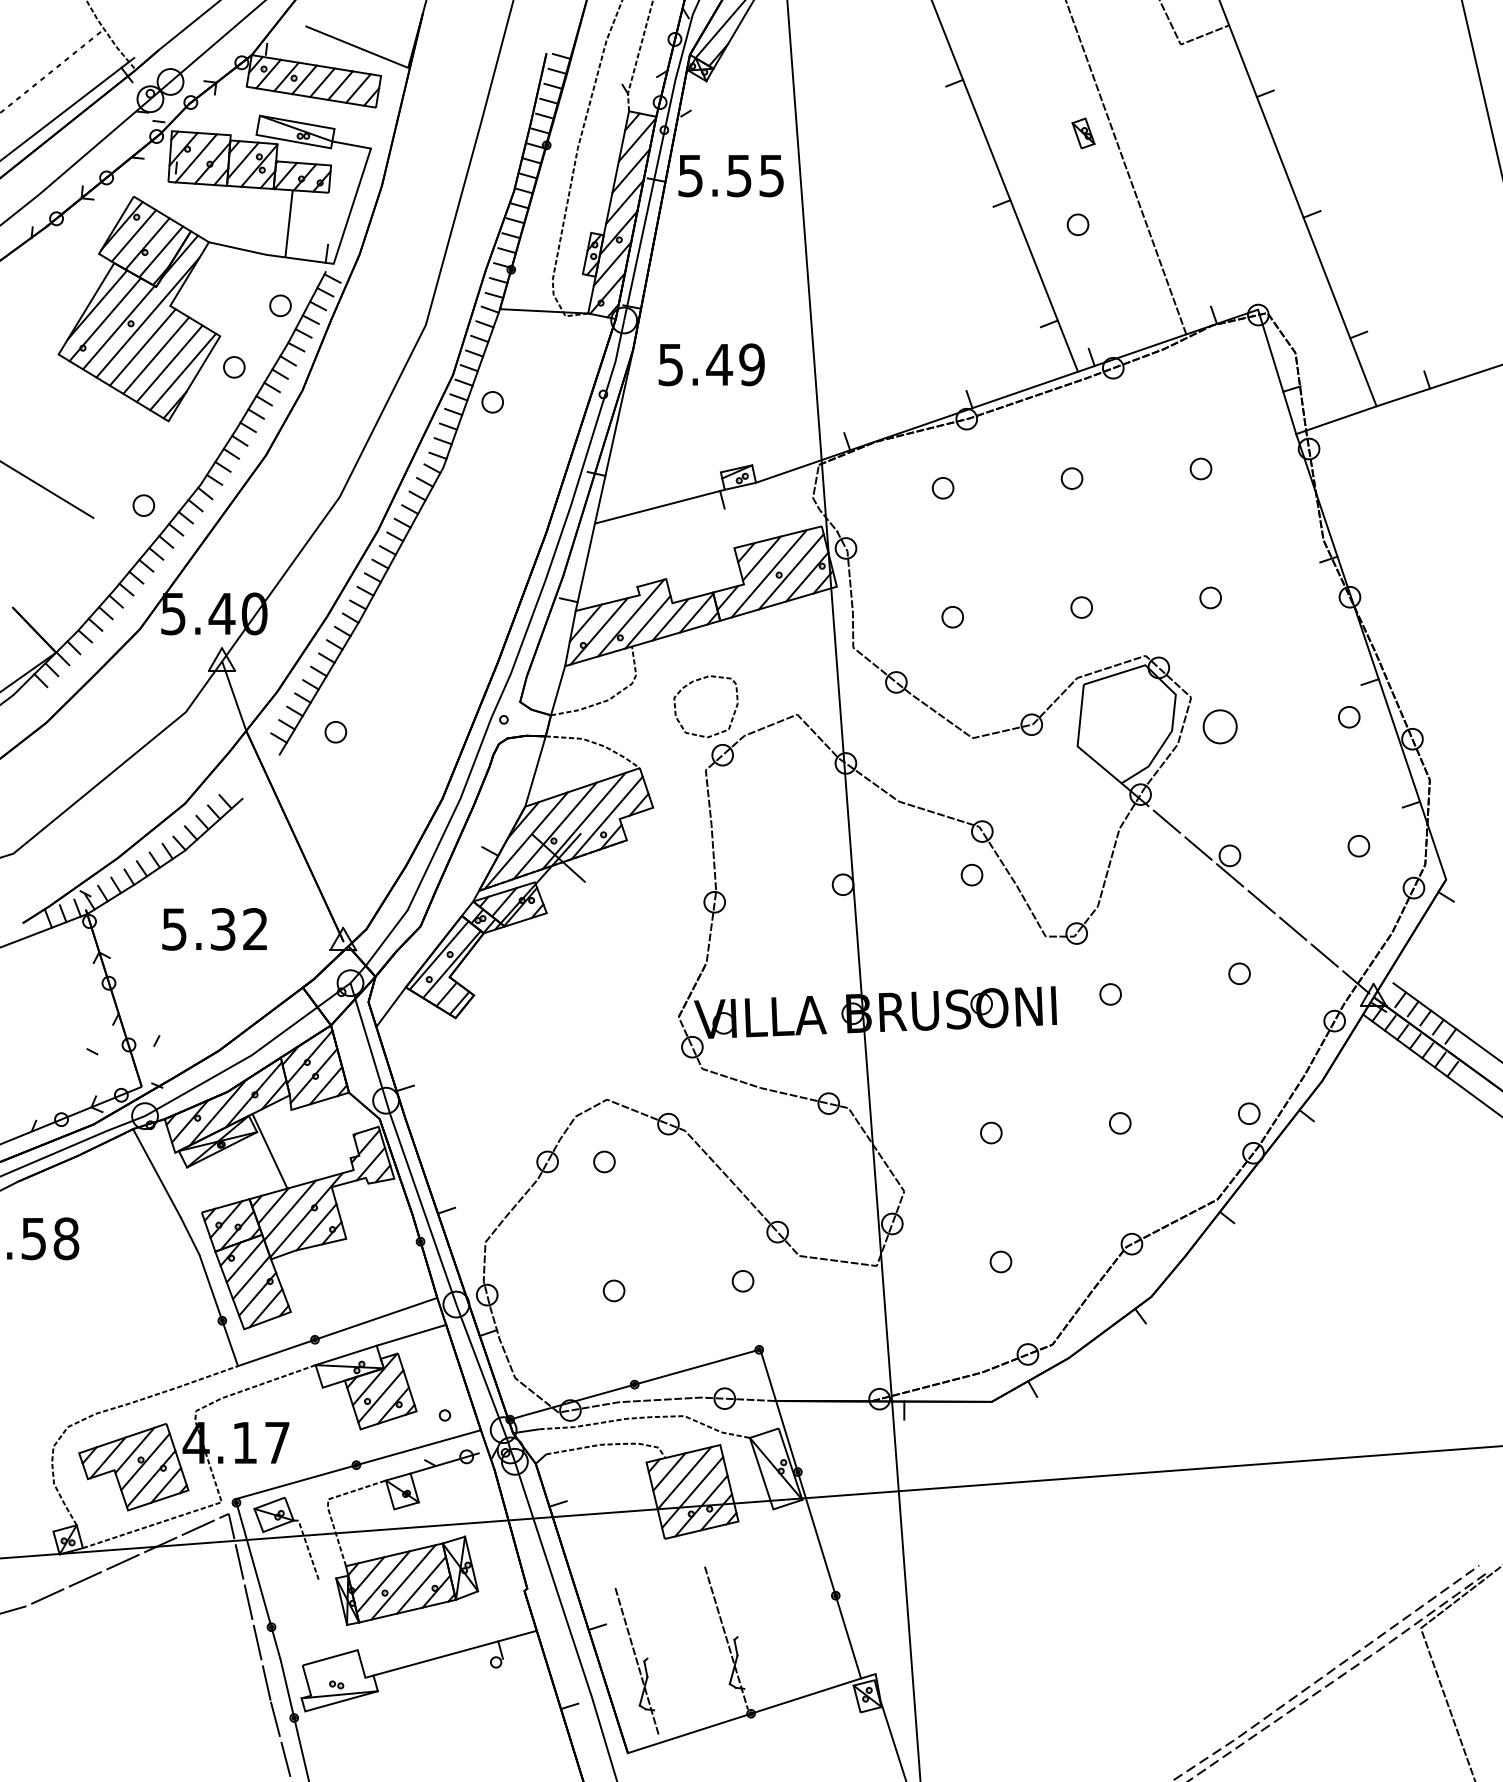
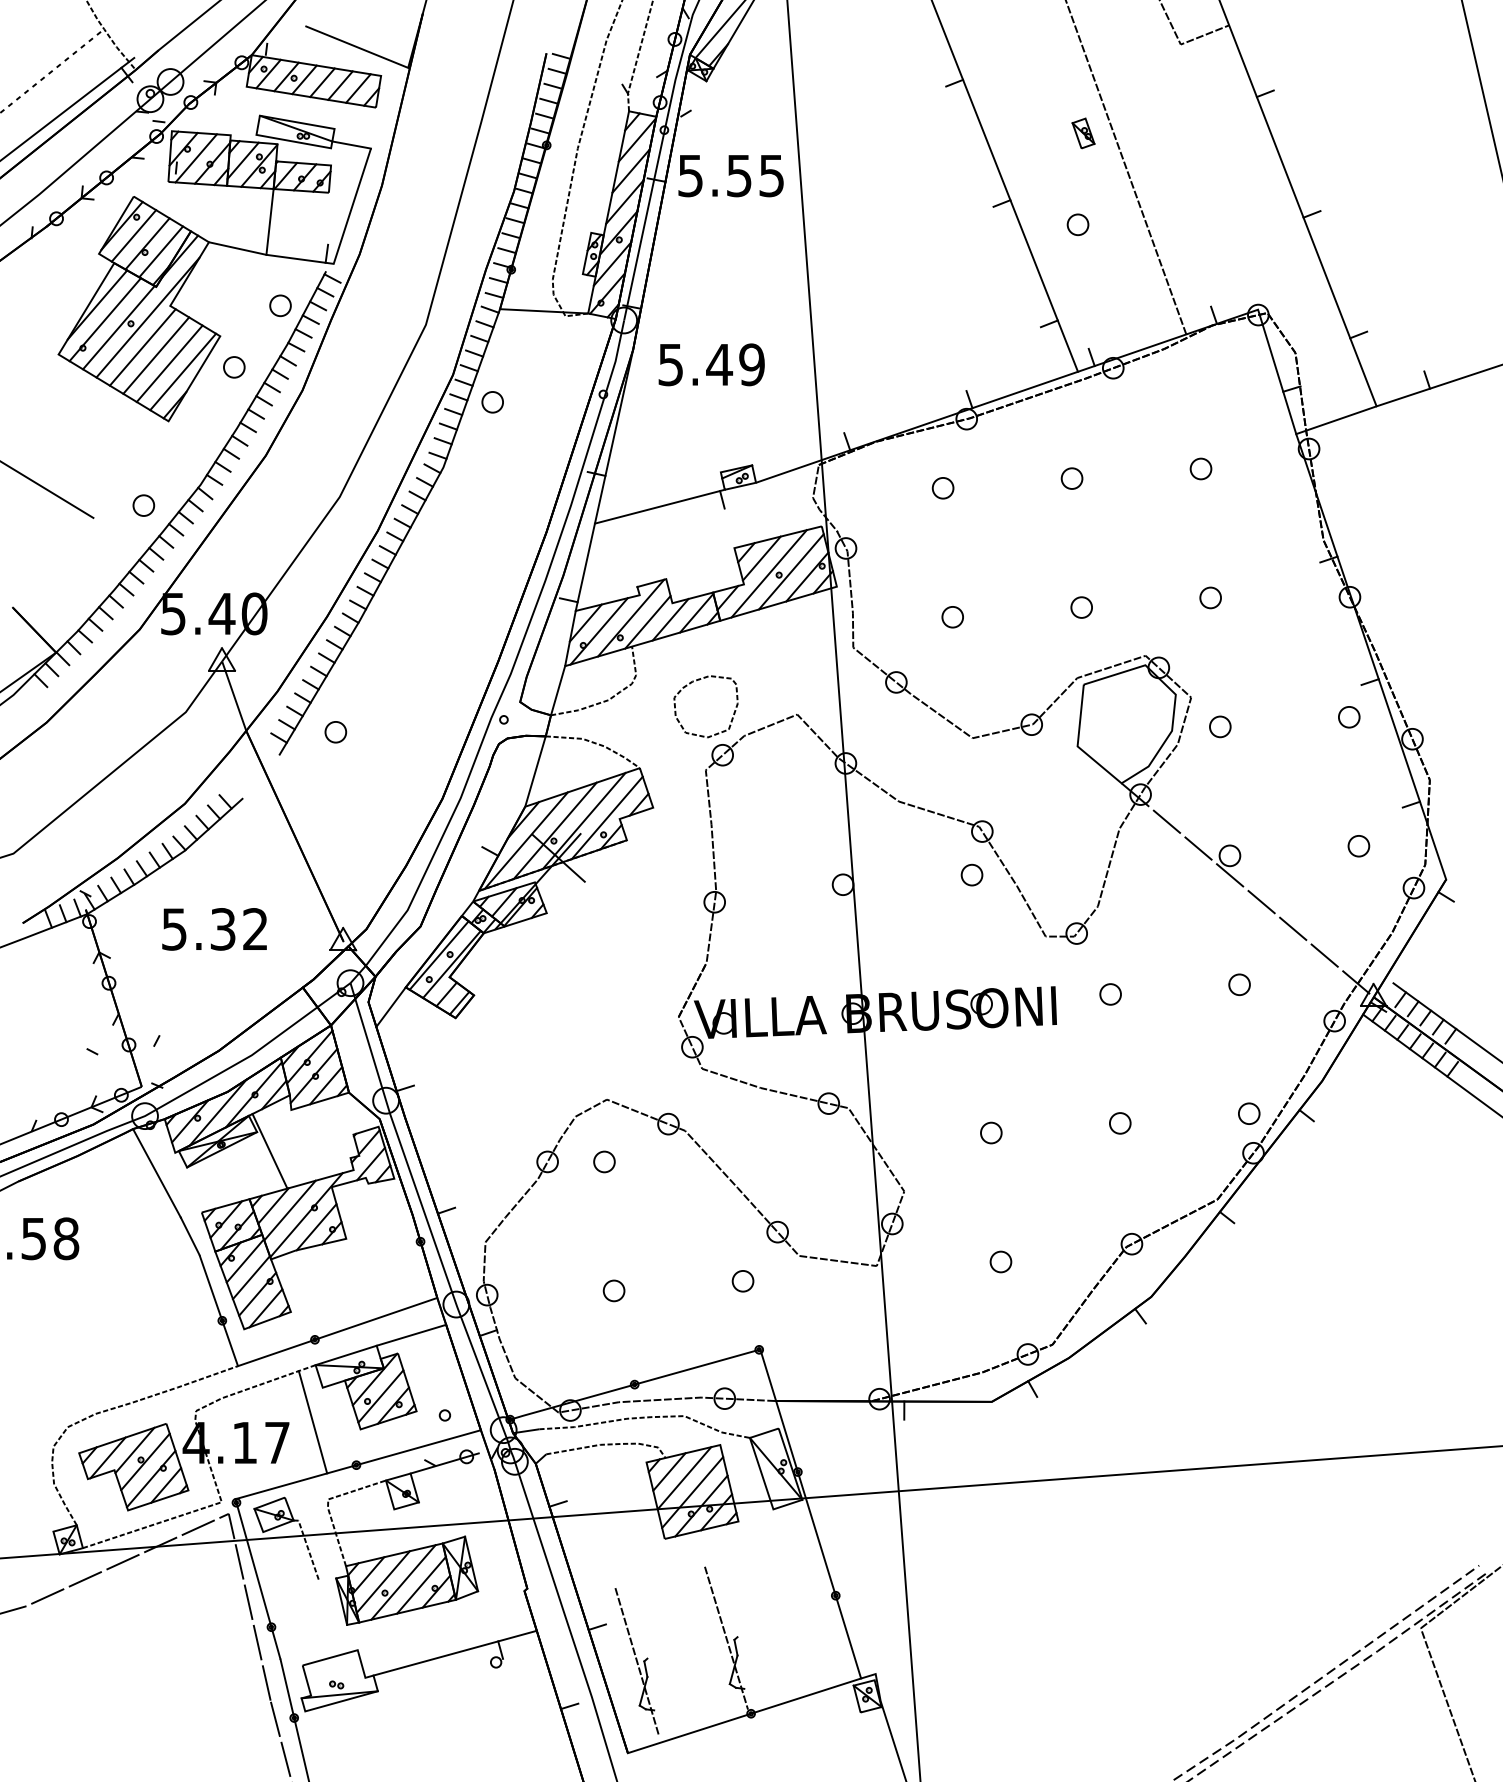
line at (288, 223) position: (288, 223) -> (269, 221)
part at (1219, 726) size: 36x36 px -> 23x24 px
part at (1239, 973) position: (1239, 973) -> (1239, 984)
line at (312, 1422): none -> present
